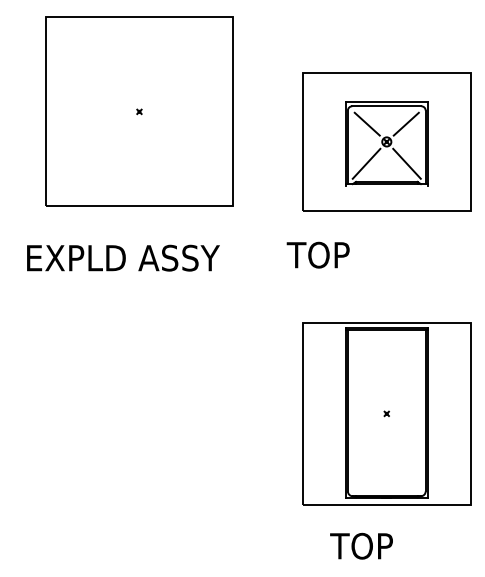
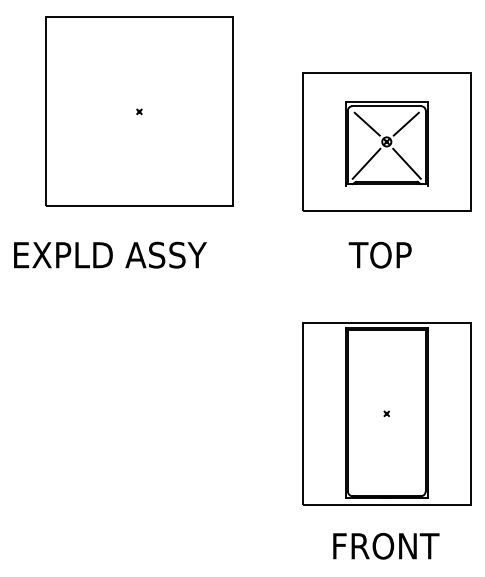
text at (317, 254) position: (317, 254) -> (379, 254)
text at (123, 257) position: (123, 257) -> (110, 254)
text at (384, 545): TOP -> FRONT
